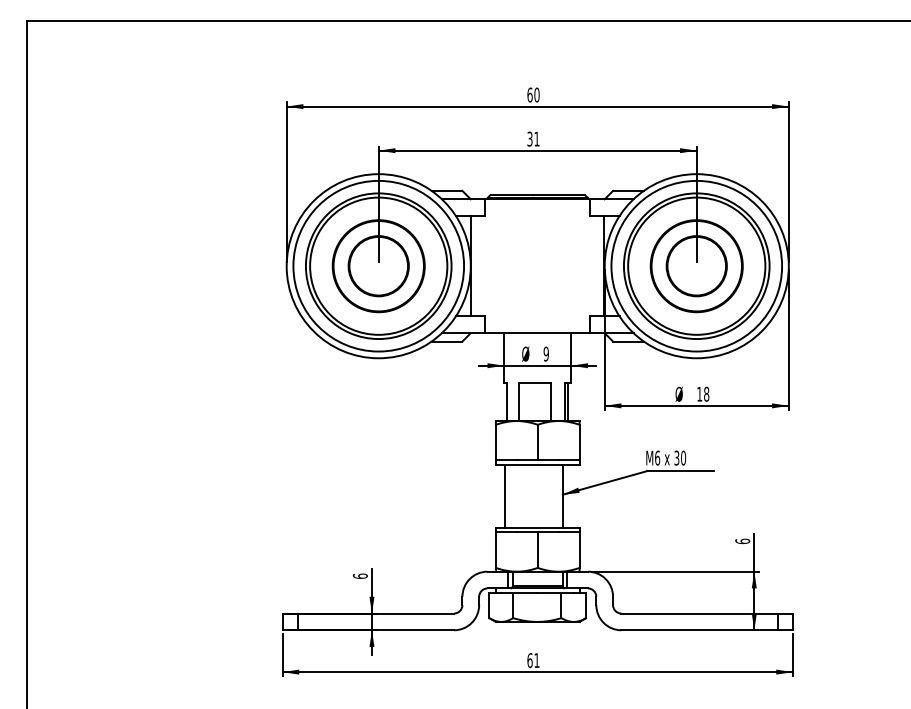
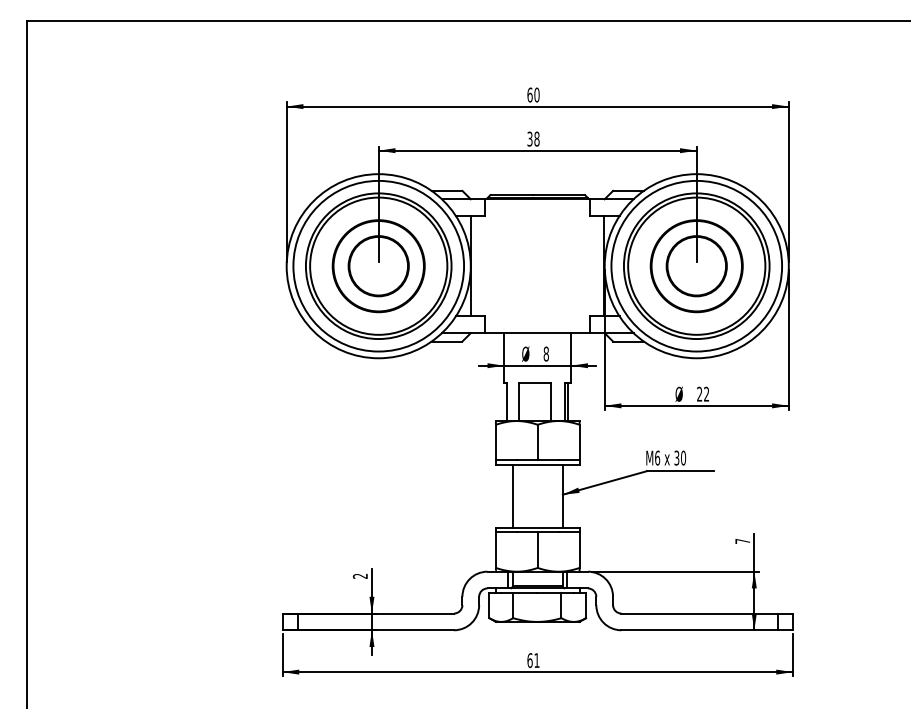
text at (536, 138): 31 -> 38
text at (545, 353): 9 -> 8
text at (703, 393): 18 -> 22
line at (504, 496) position: (504, 496) -> (512, 496)
text at (742, 541): 6 -> 7
text at (359, 575): 6 -> 2
